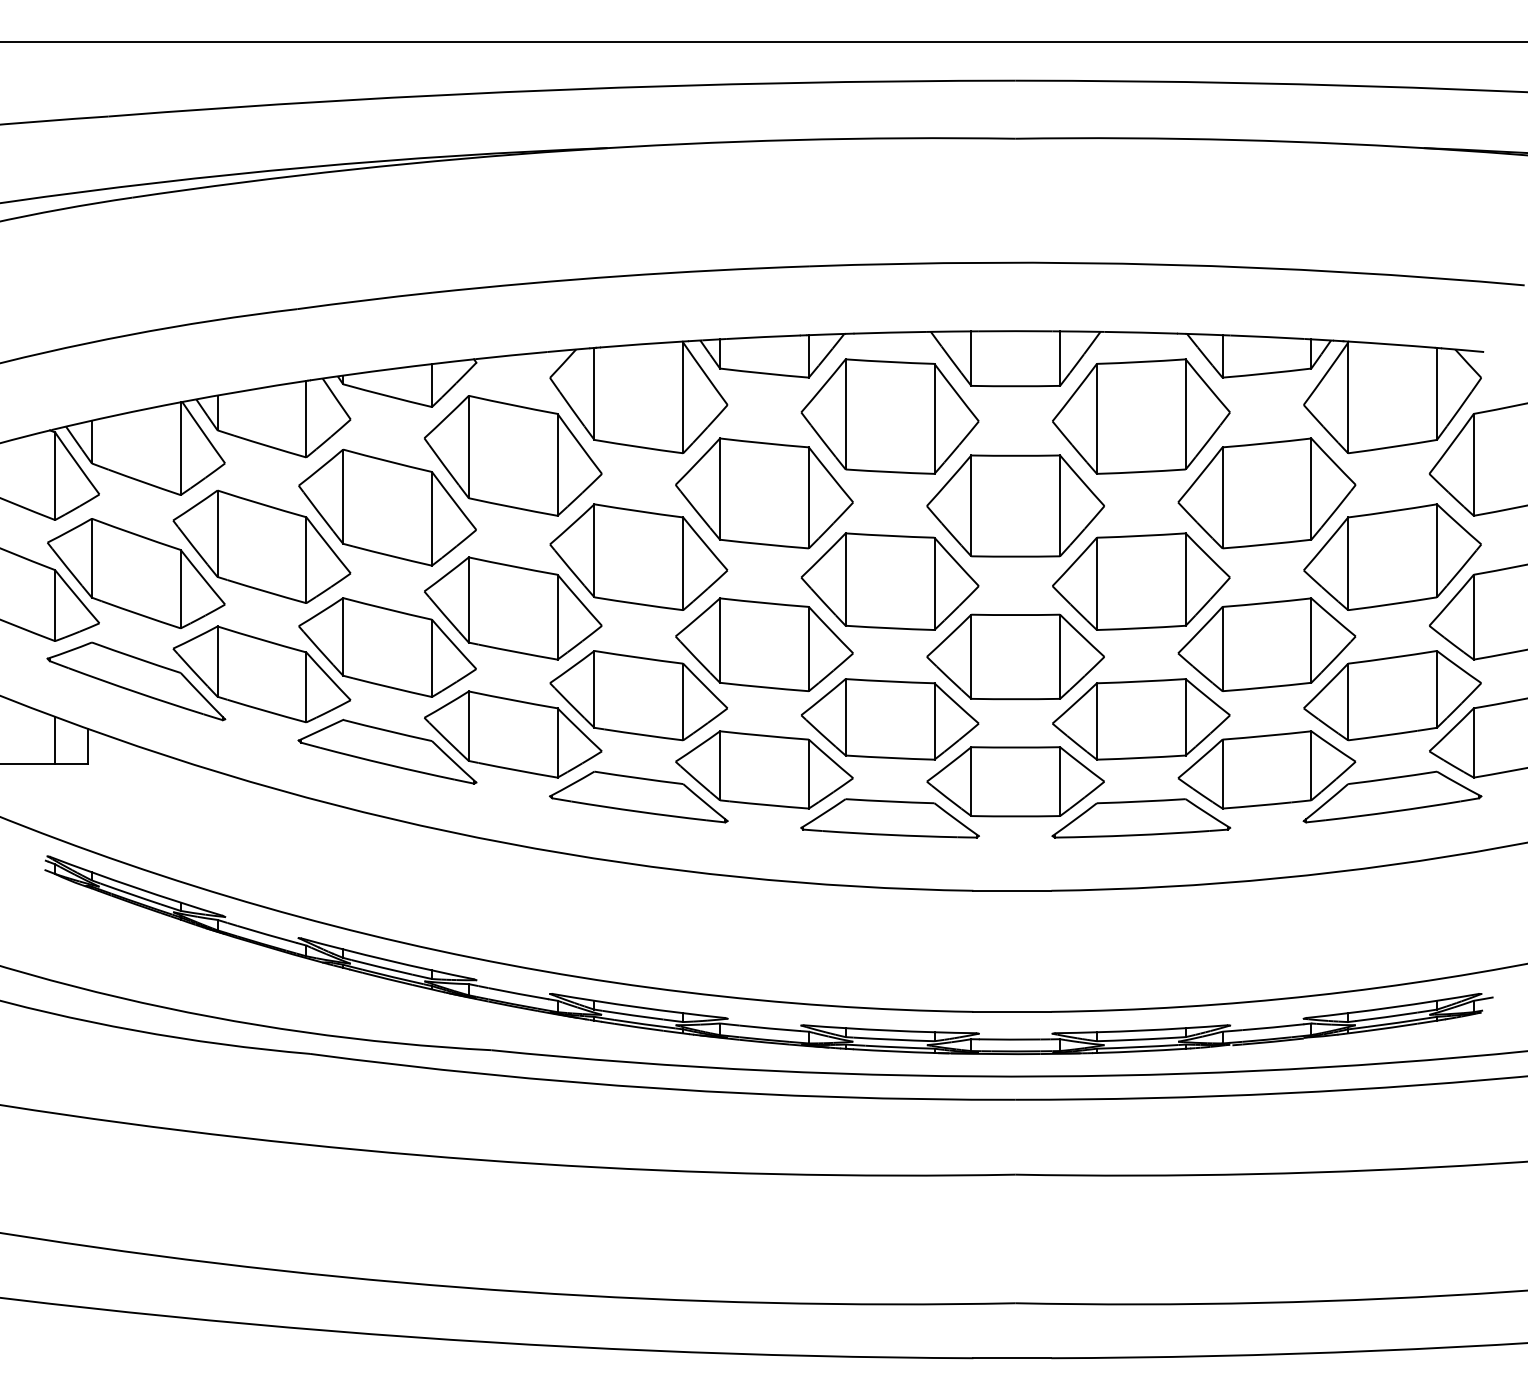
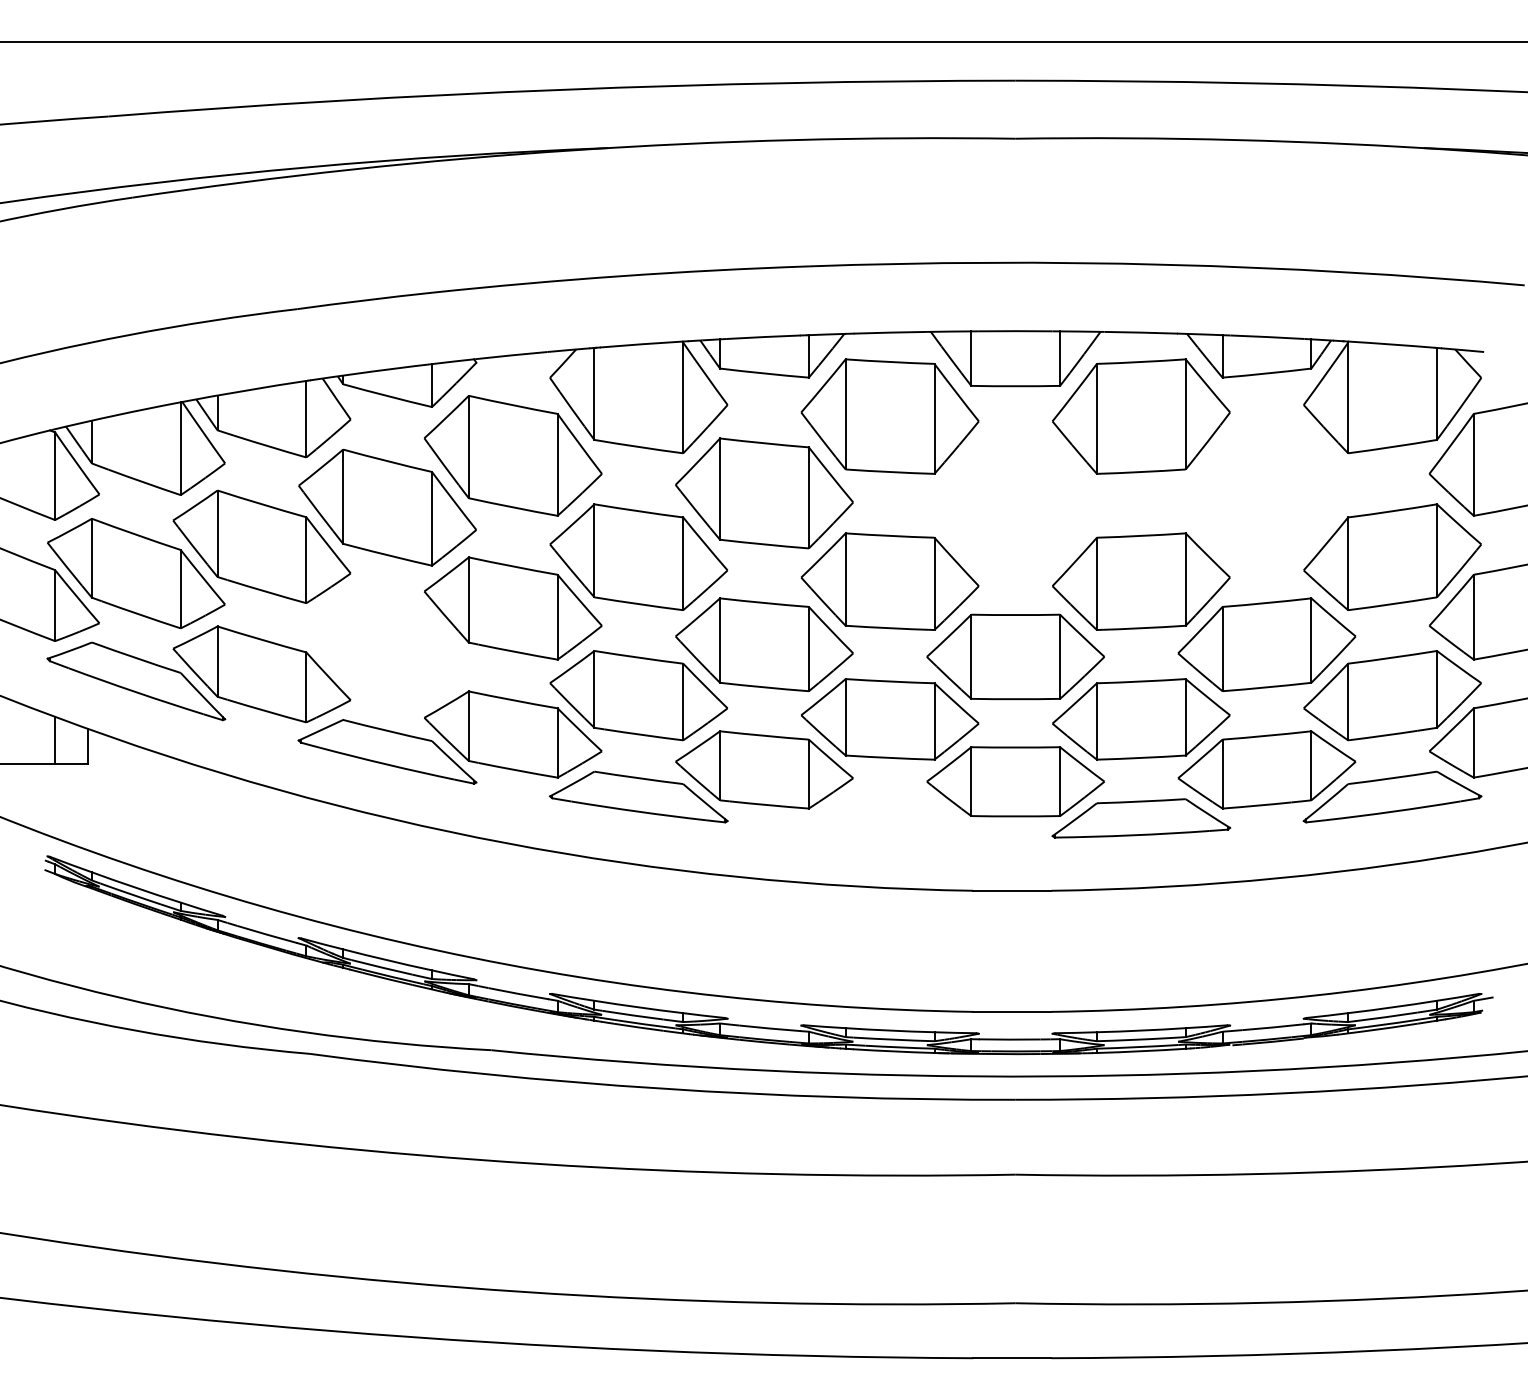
part at (1266, 493): present -> none
part at (1015, 505): present -> none
part at (387, 647): present -> none
part at (889, 818): present -> none
